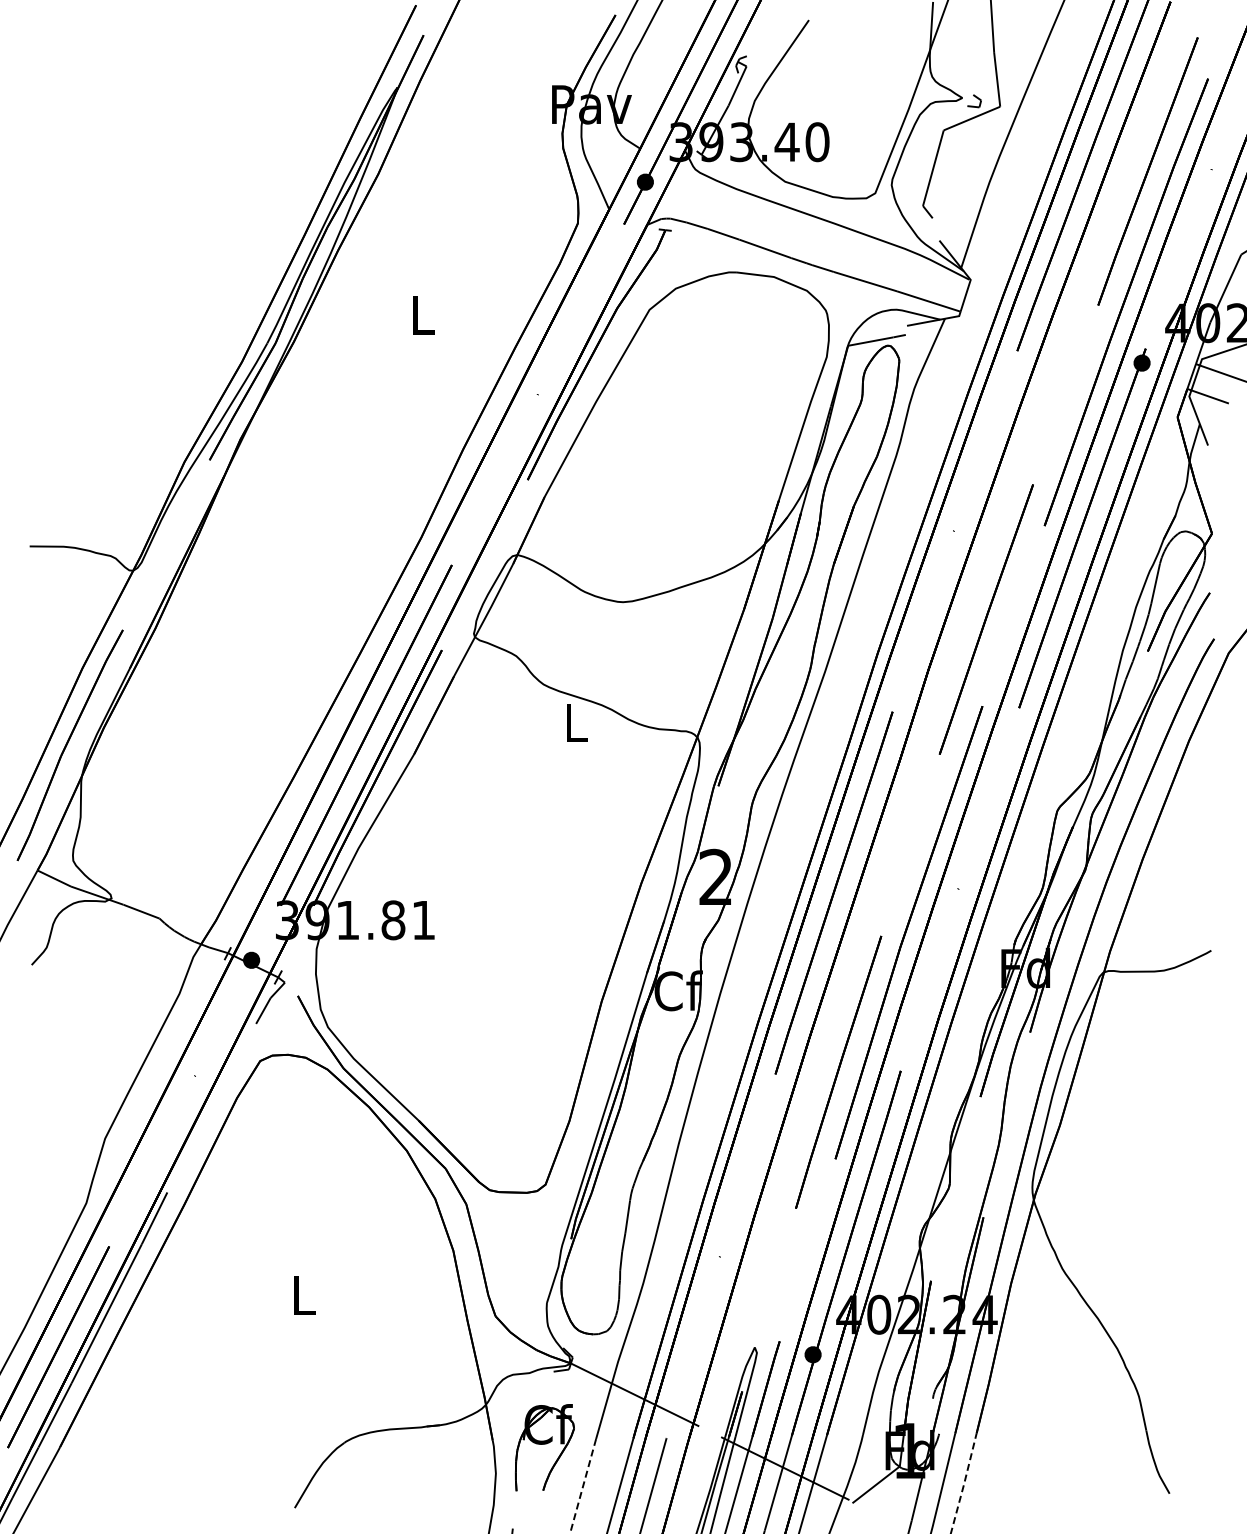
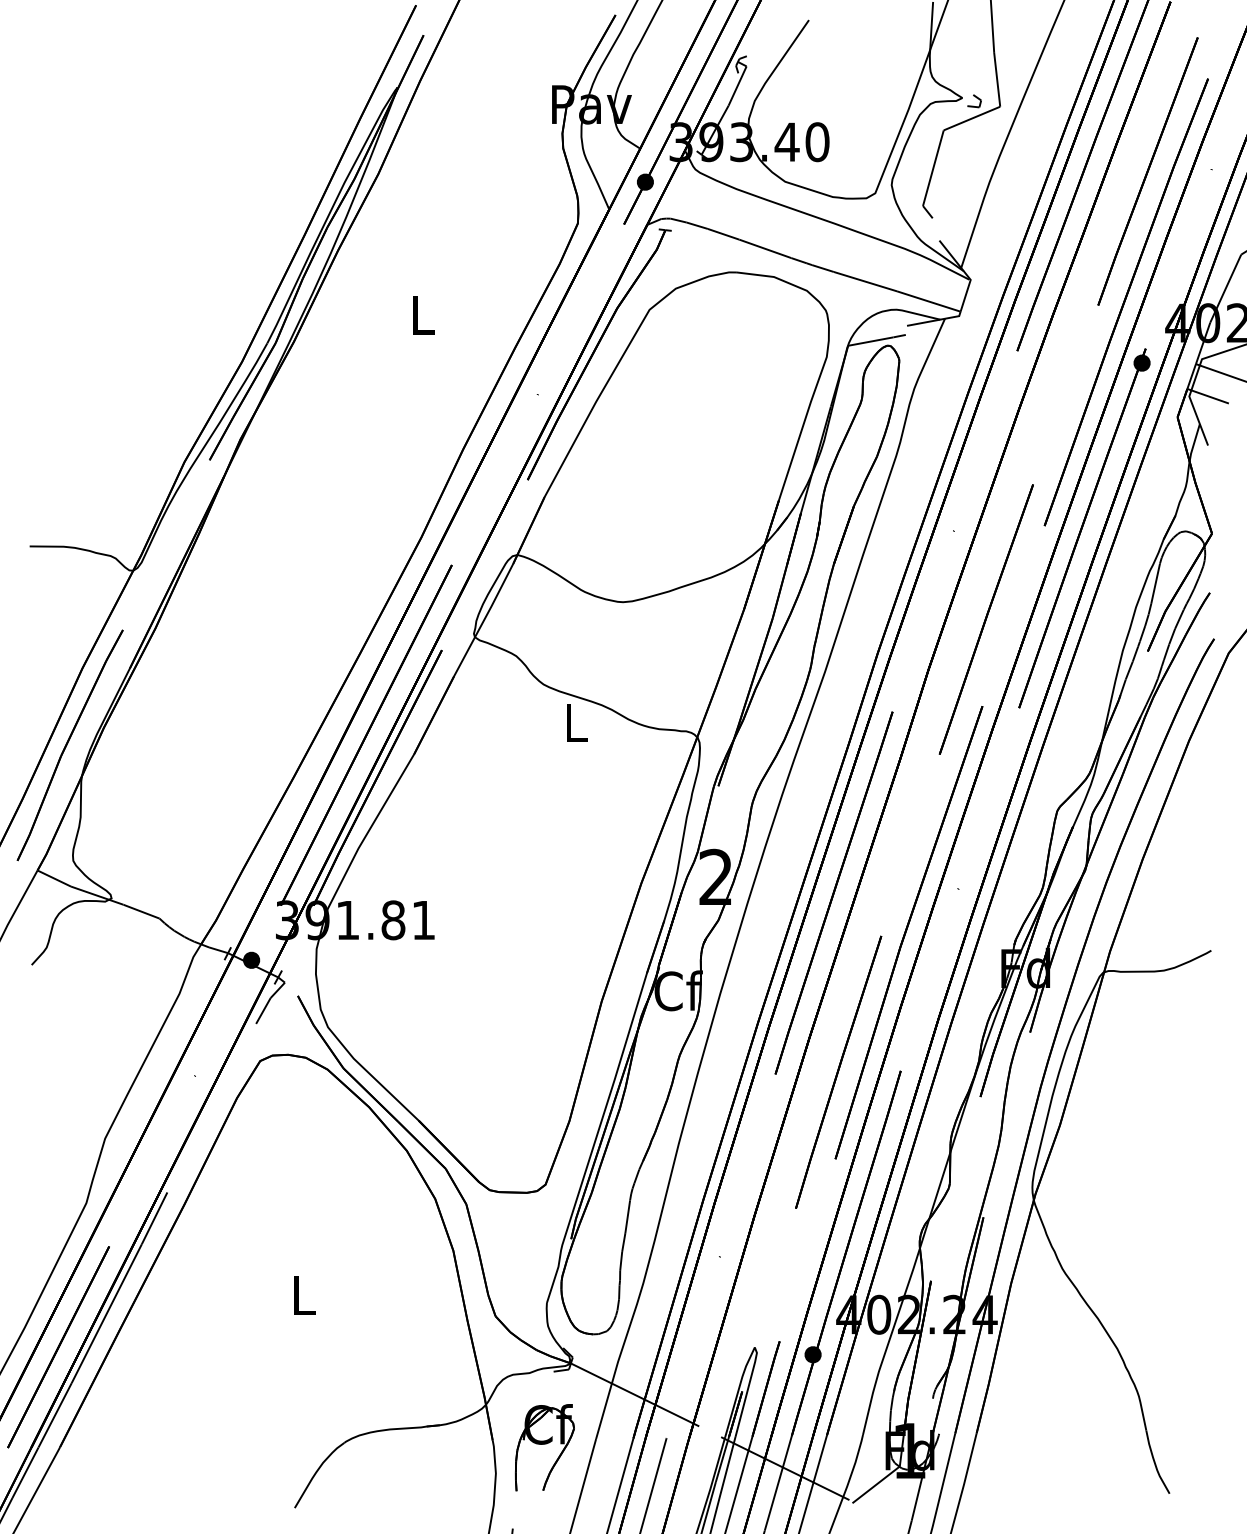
line at (964, 1484): dashed -> solid
line at (582, 1486): dashed -> solid
